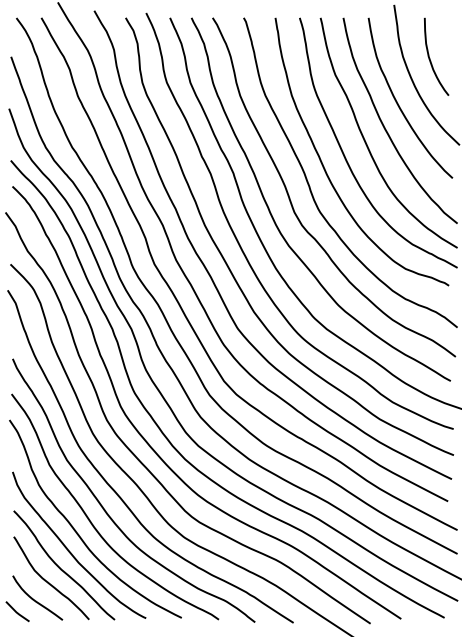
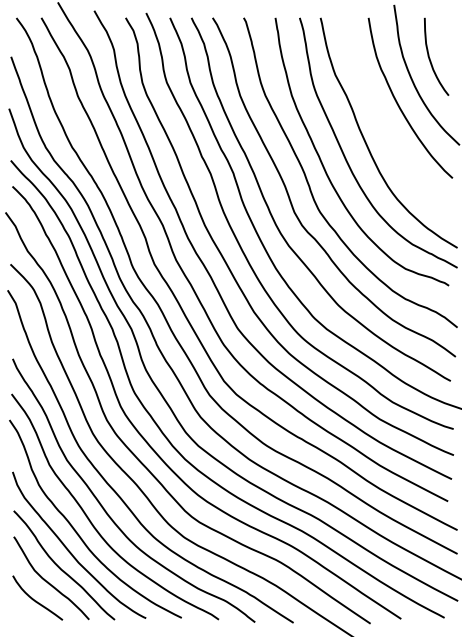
curve at (385, 127): present -> none
line at (17, 611): present -> none
